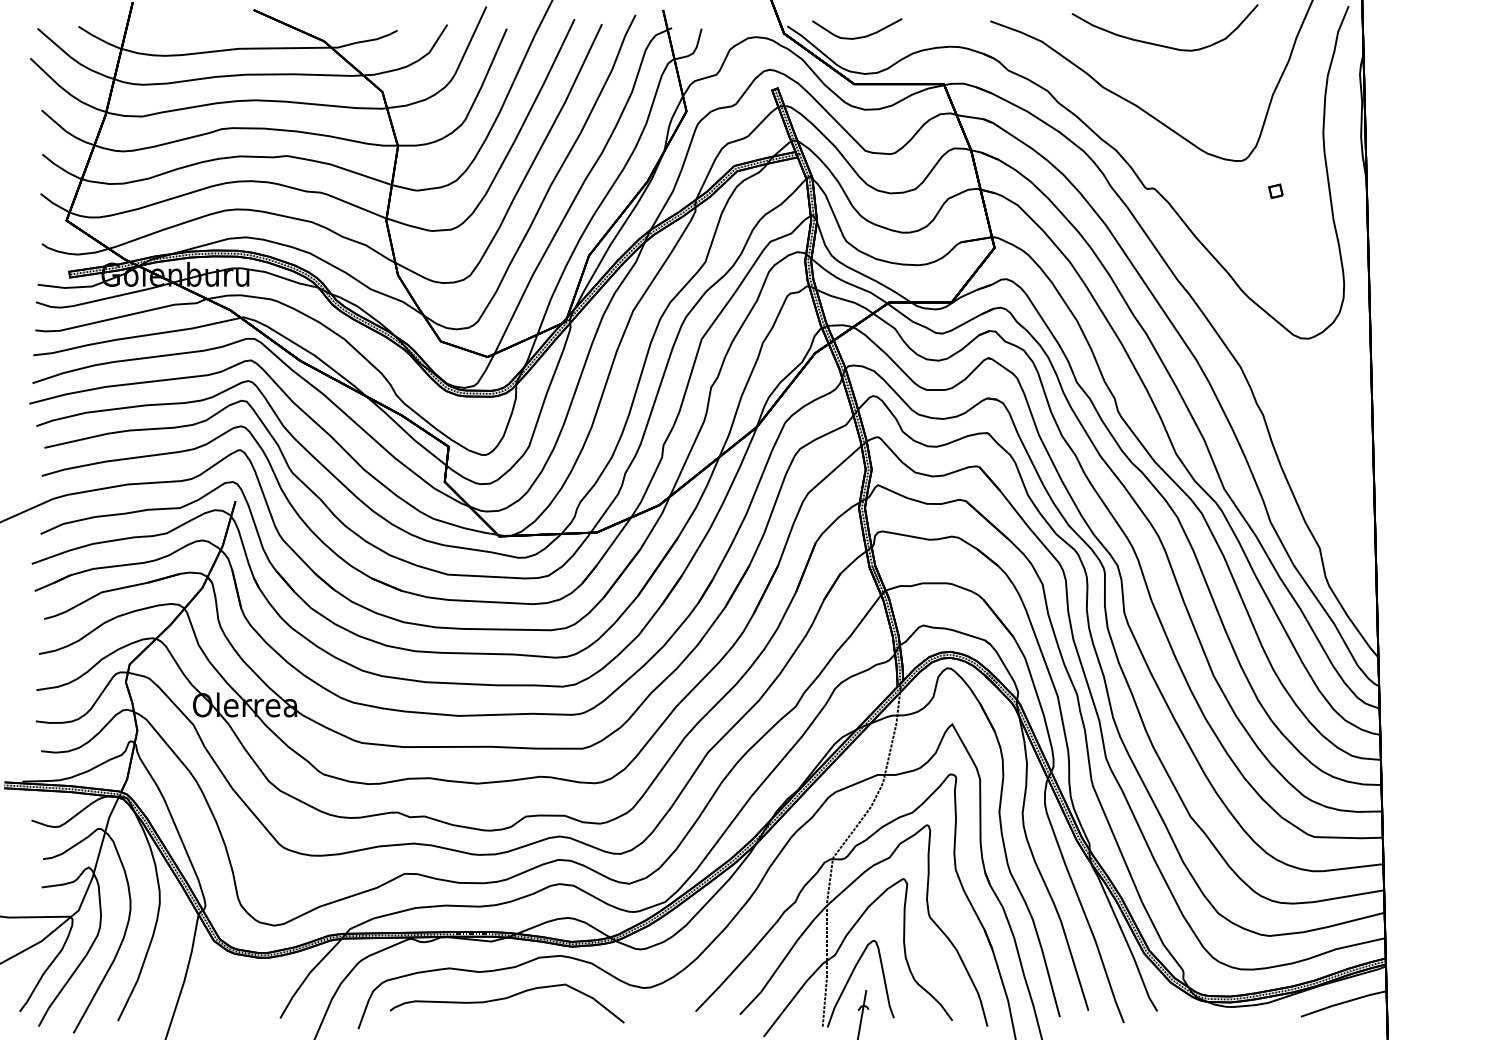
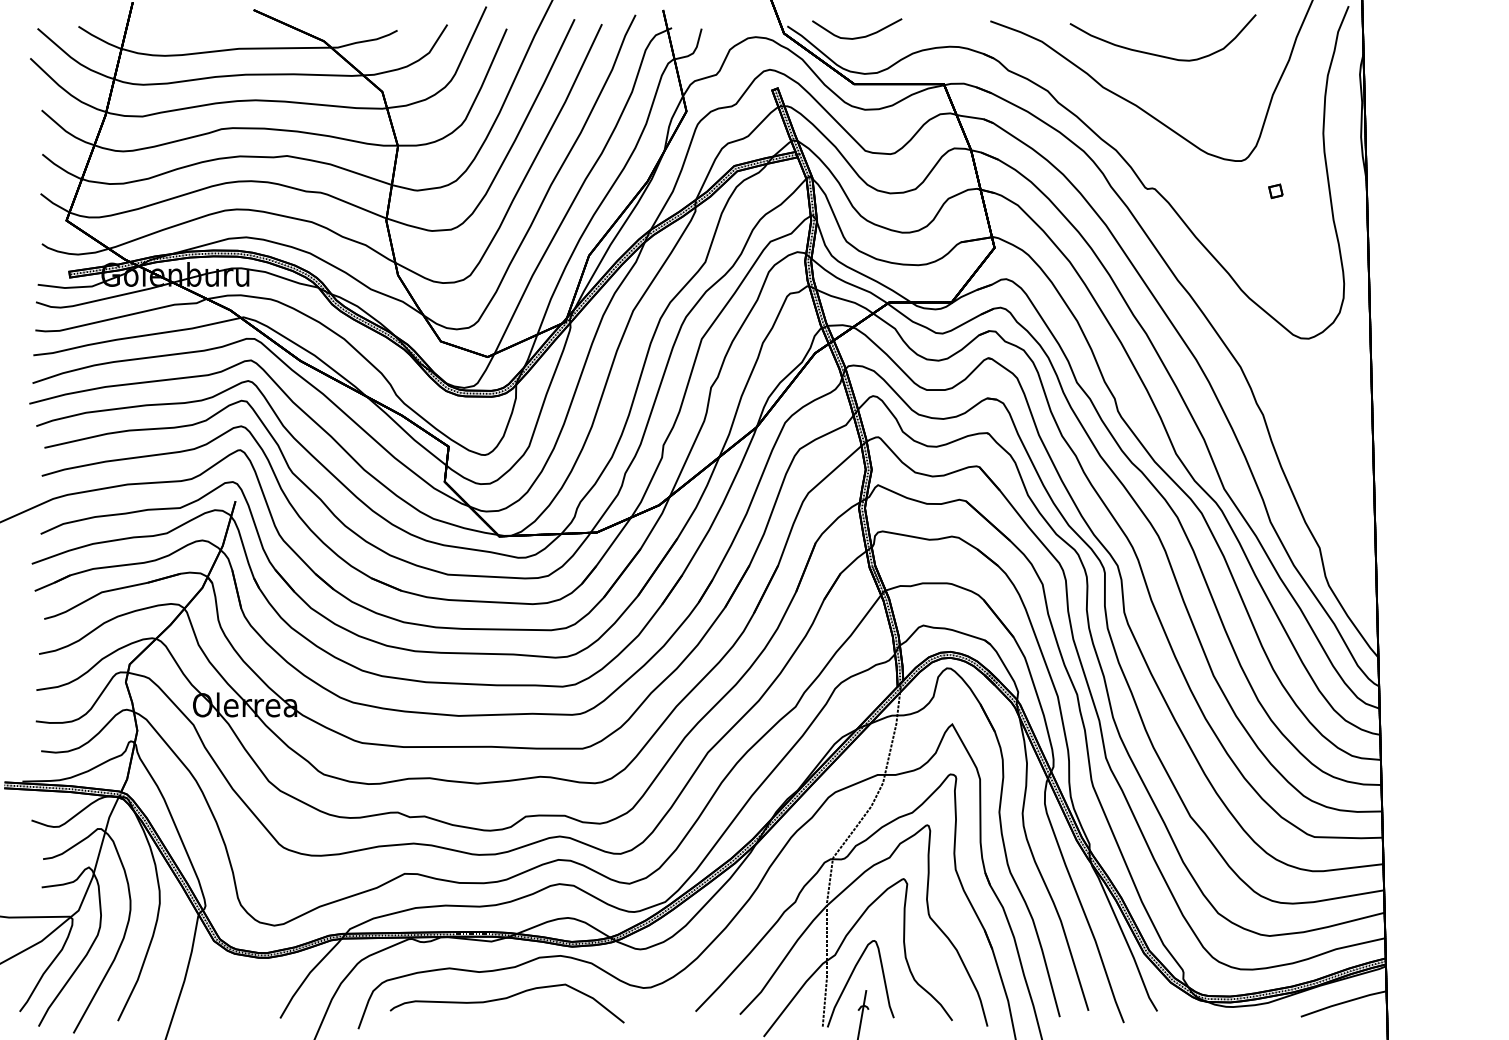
curve at (1160, 44) position: (1160, 44) -> (1158, 54)
